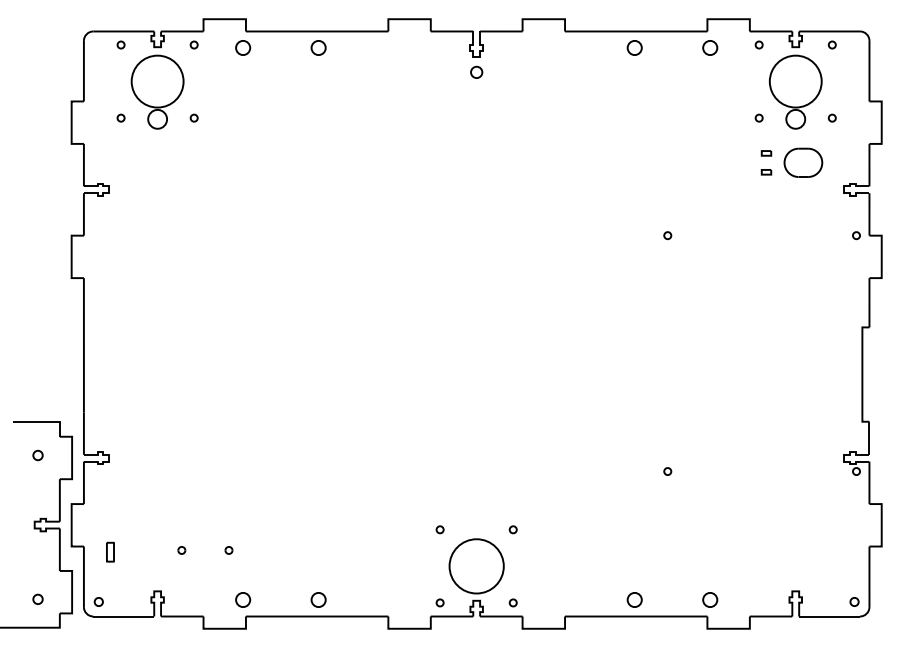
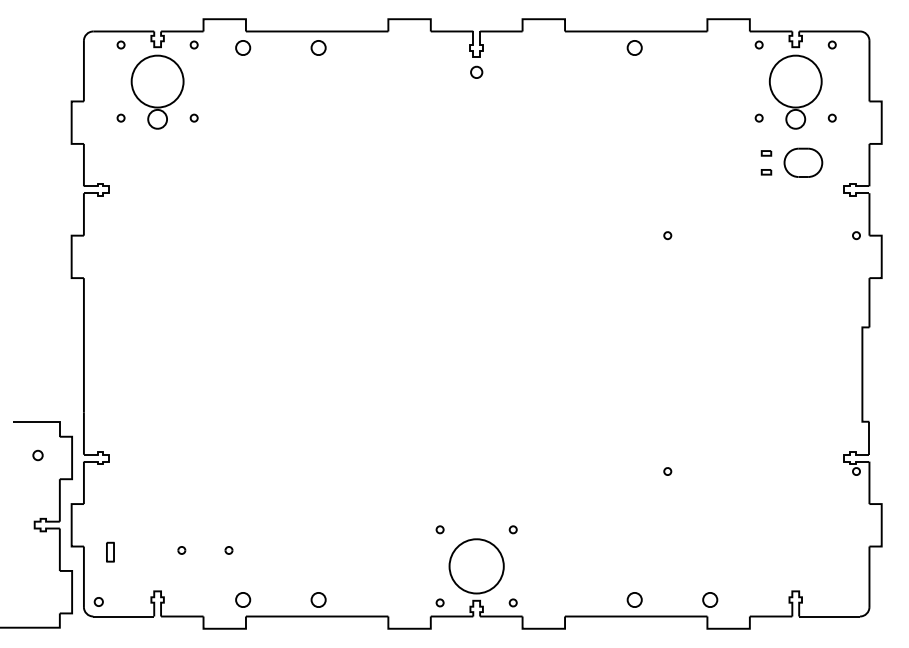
part at (710, 47): present -> none
part at (37, 598): present -> none
part at (854, 601): present -> none
